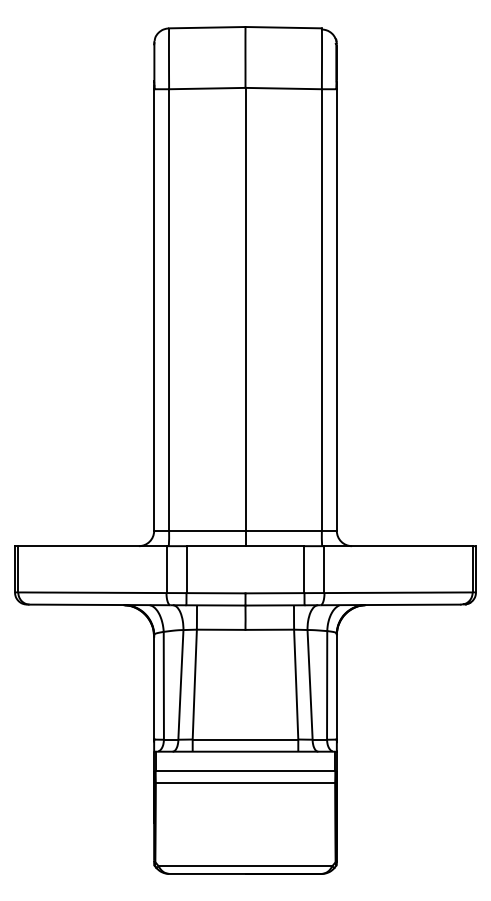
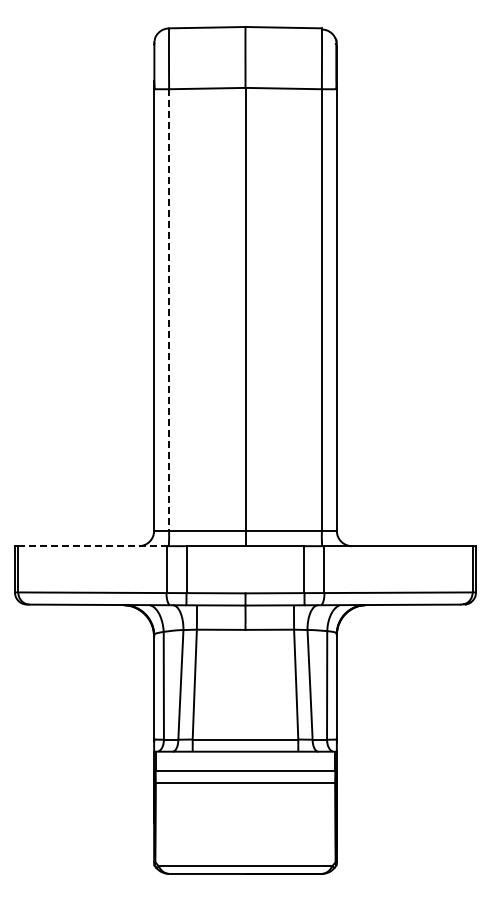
line at (169, 310): solid -> dashed
line at (92, 546): solid -> dashed
